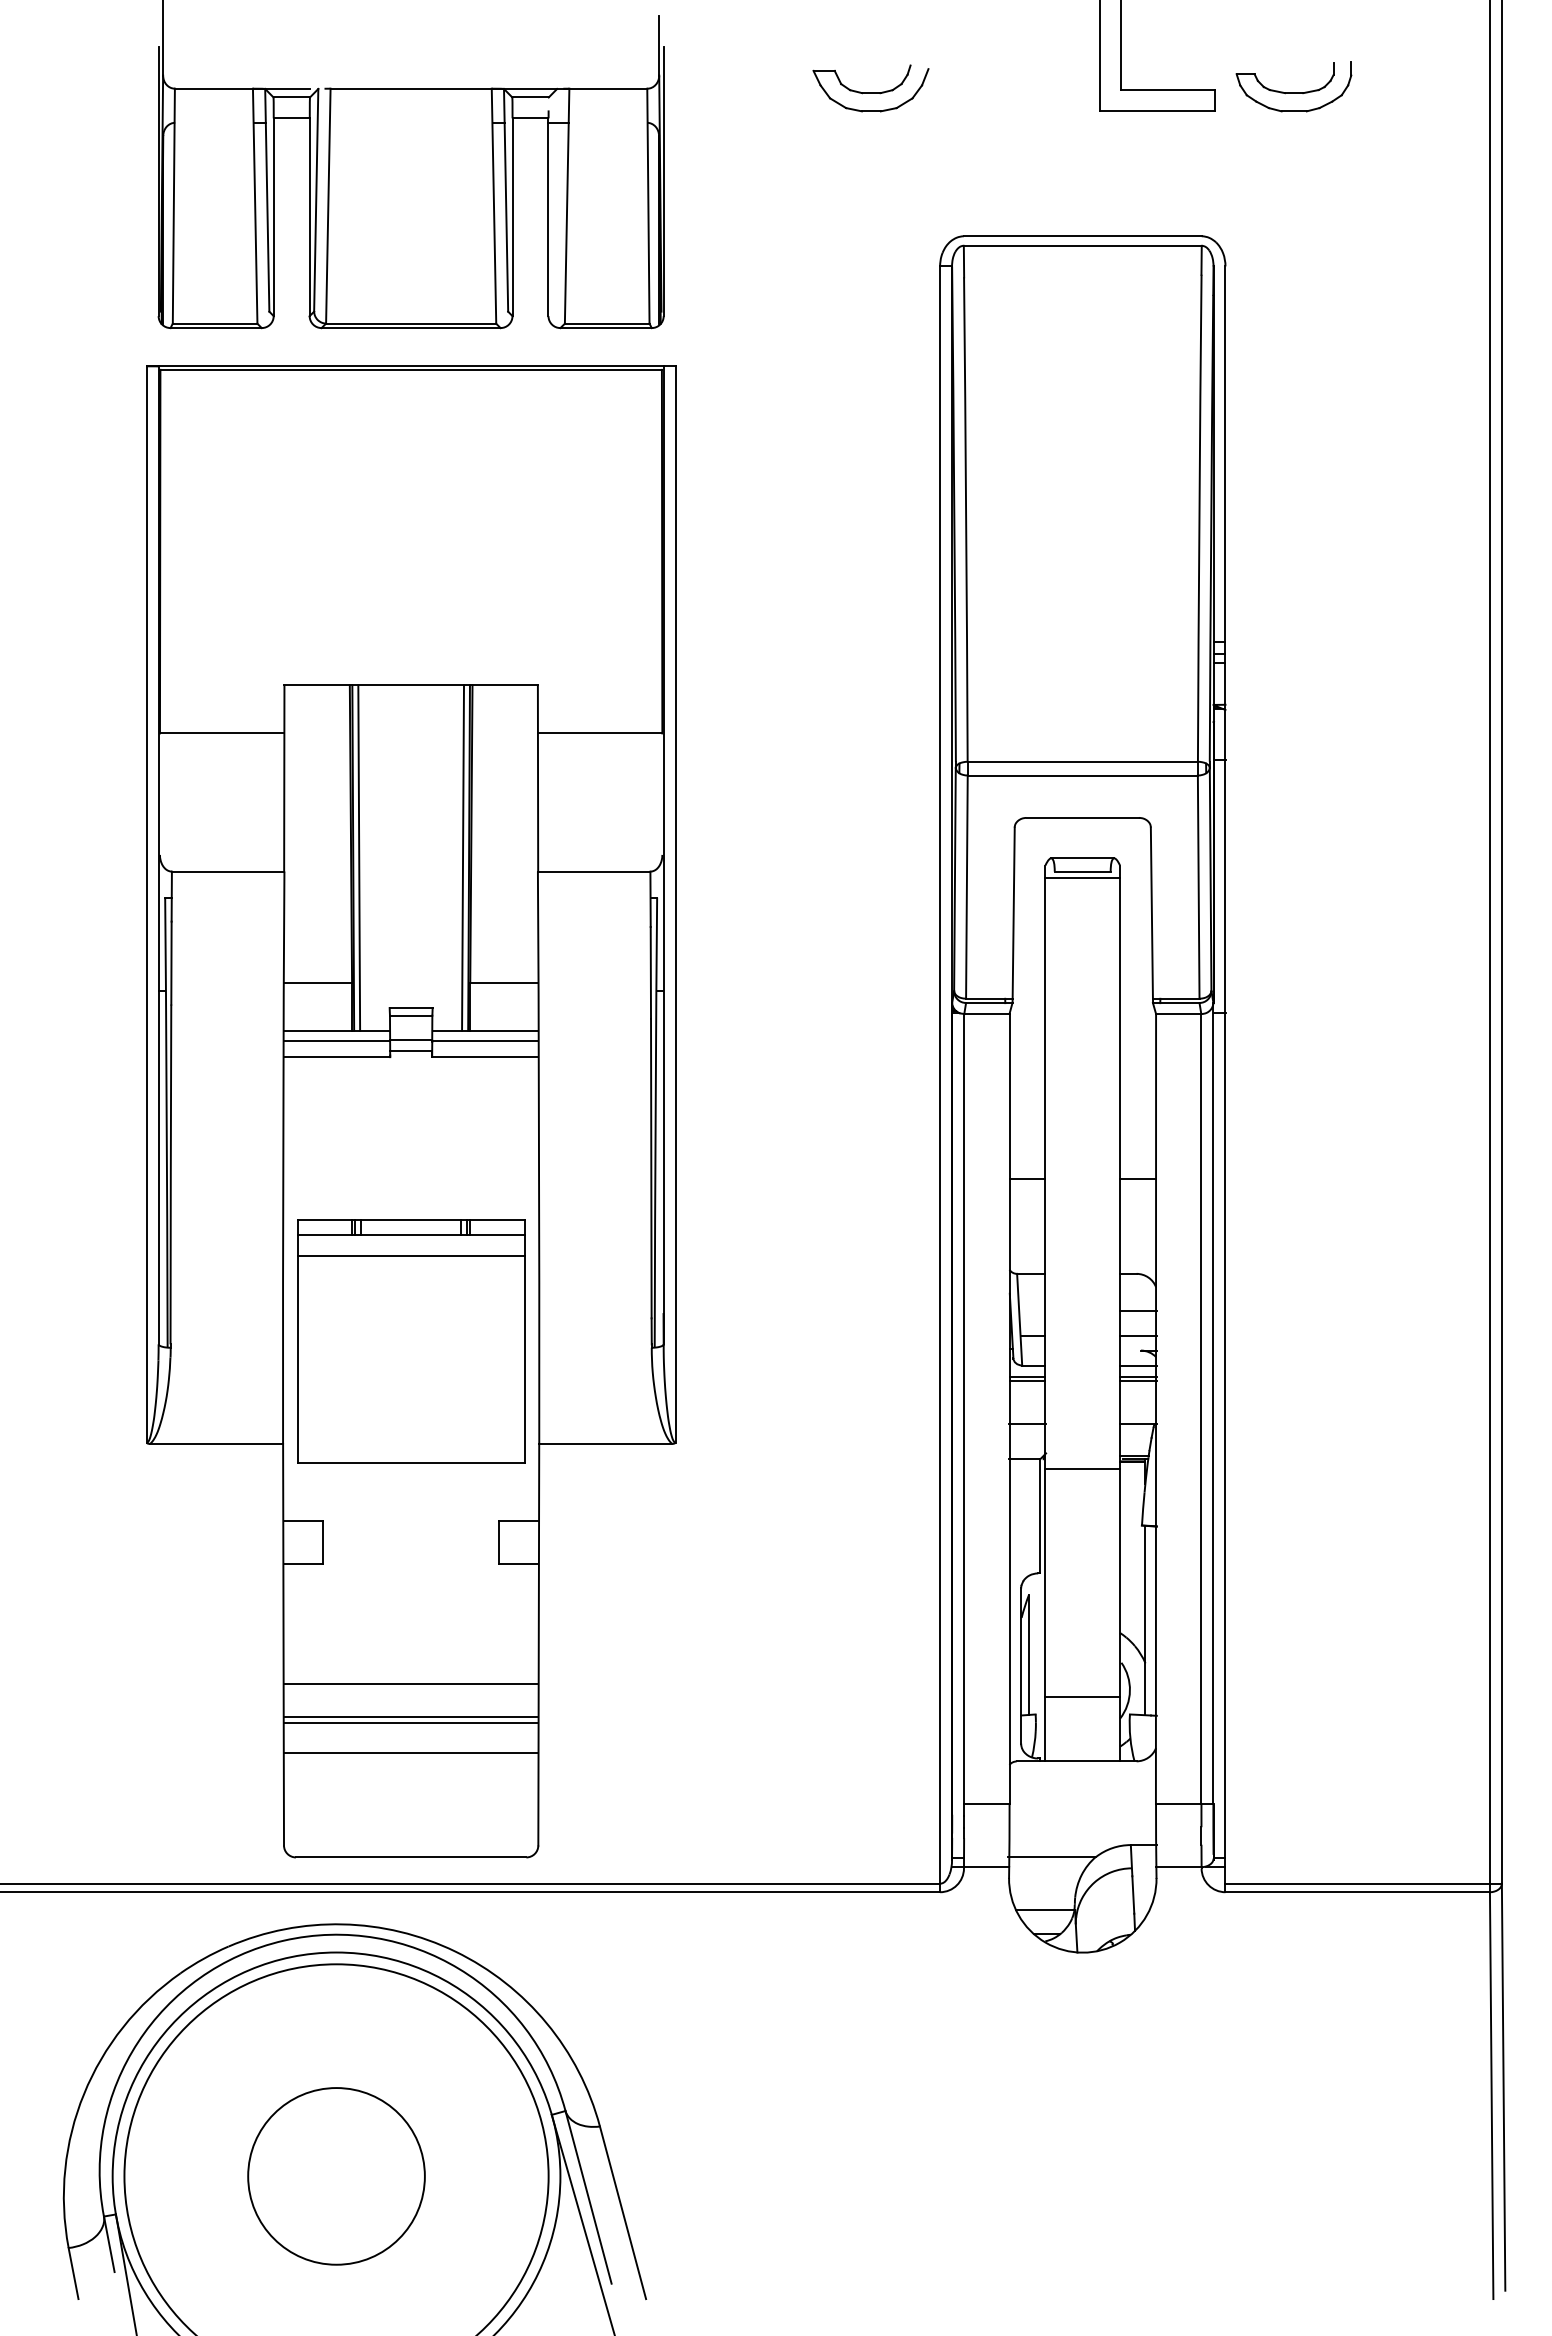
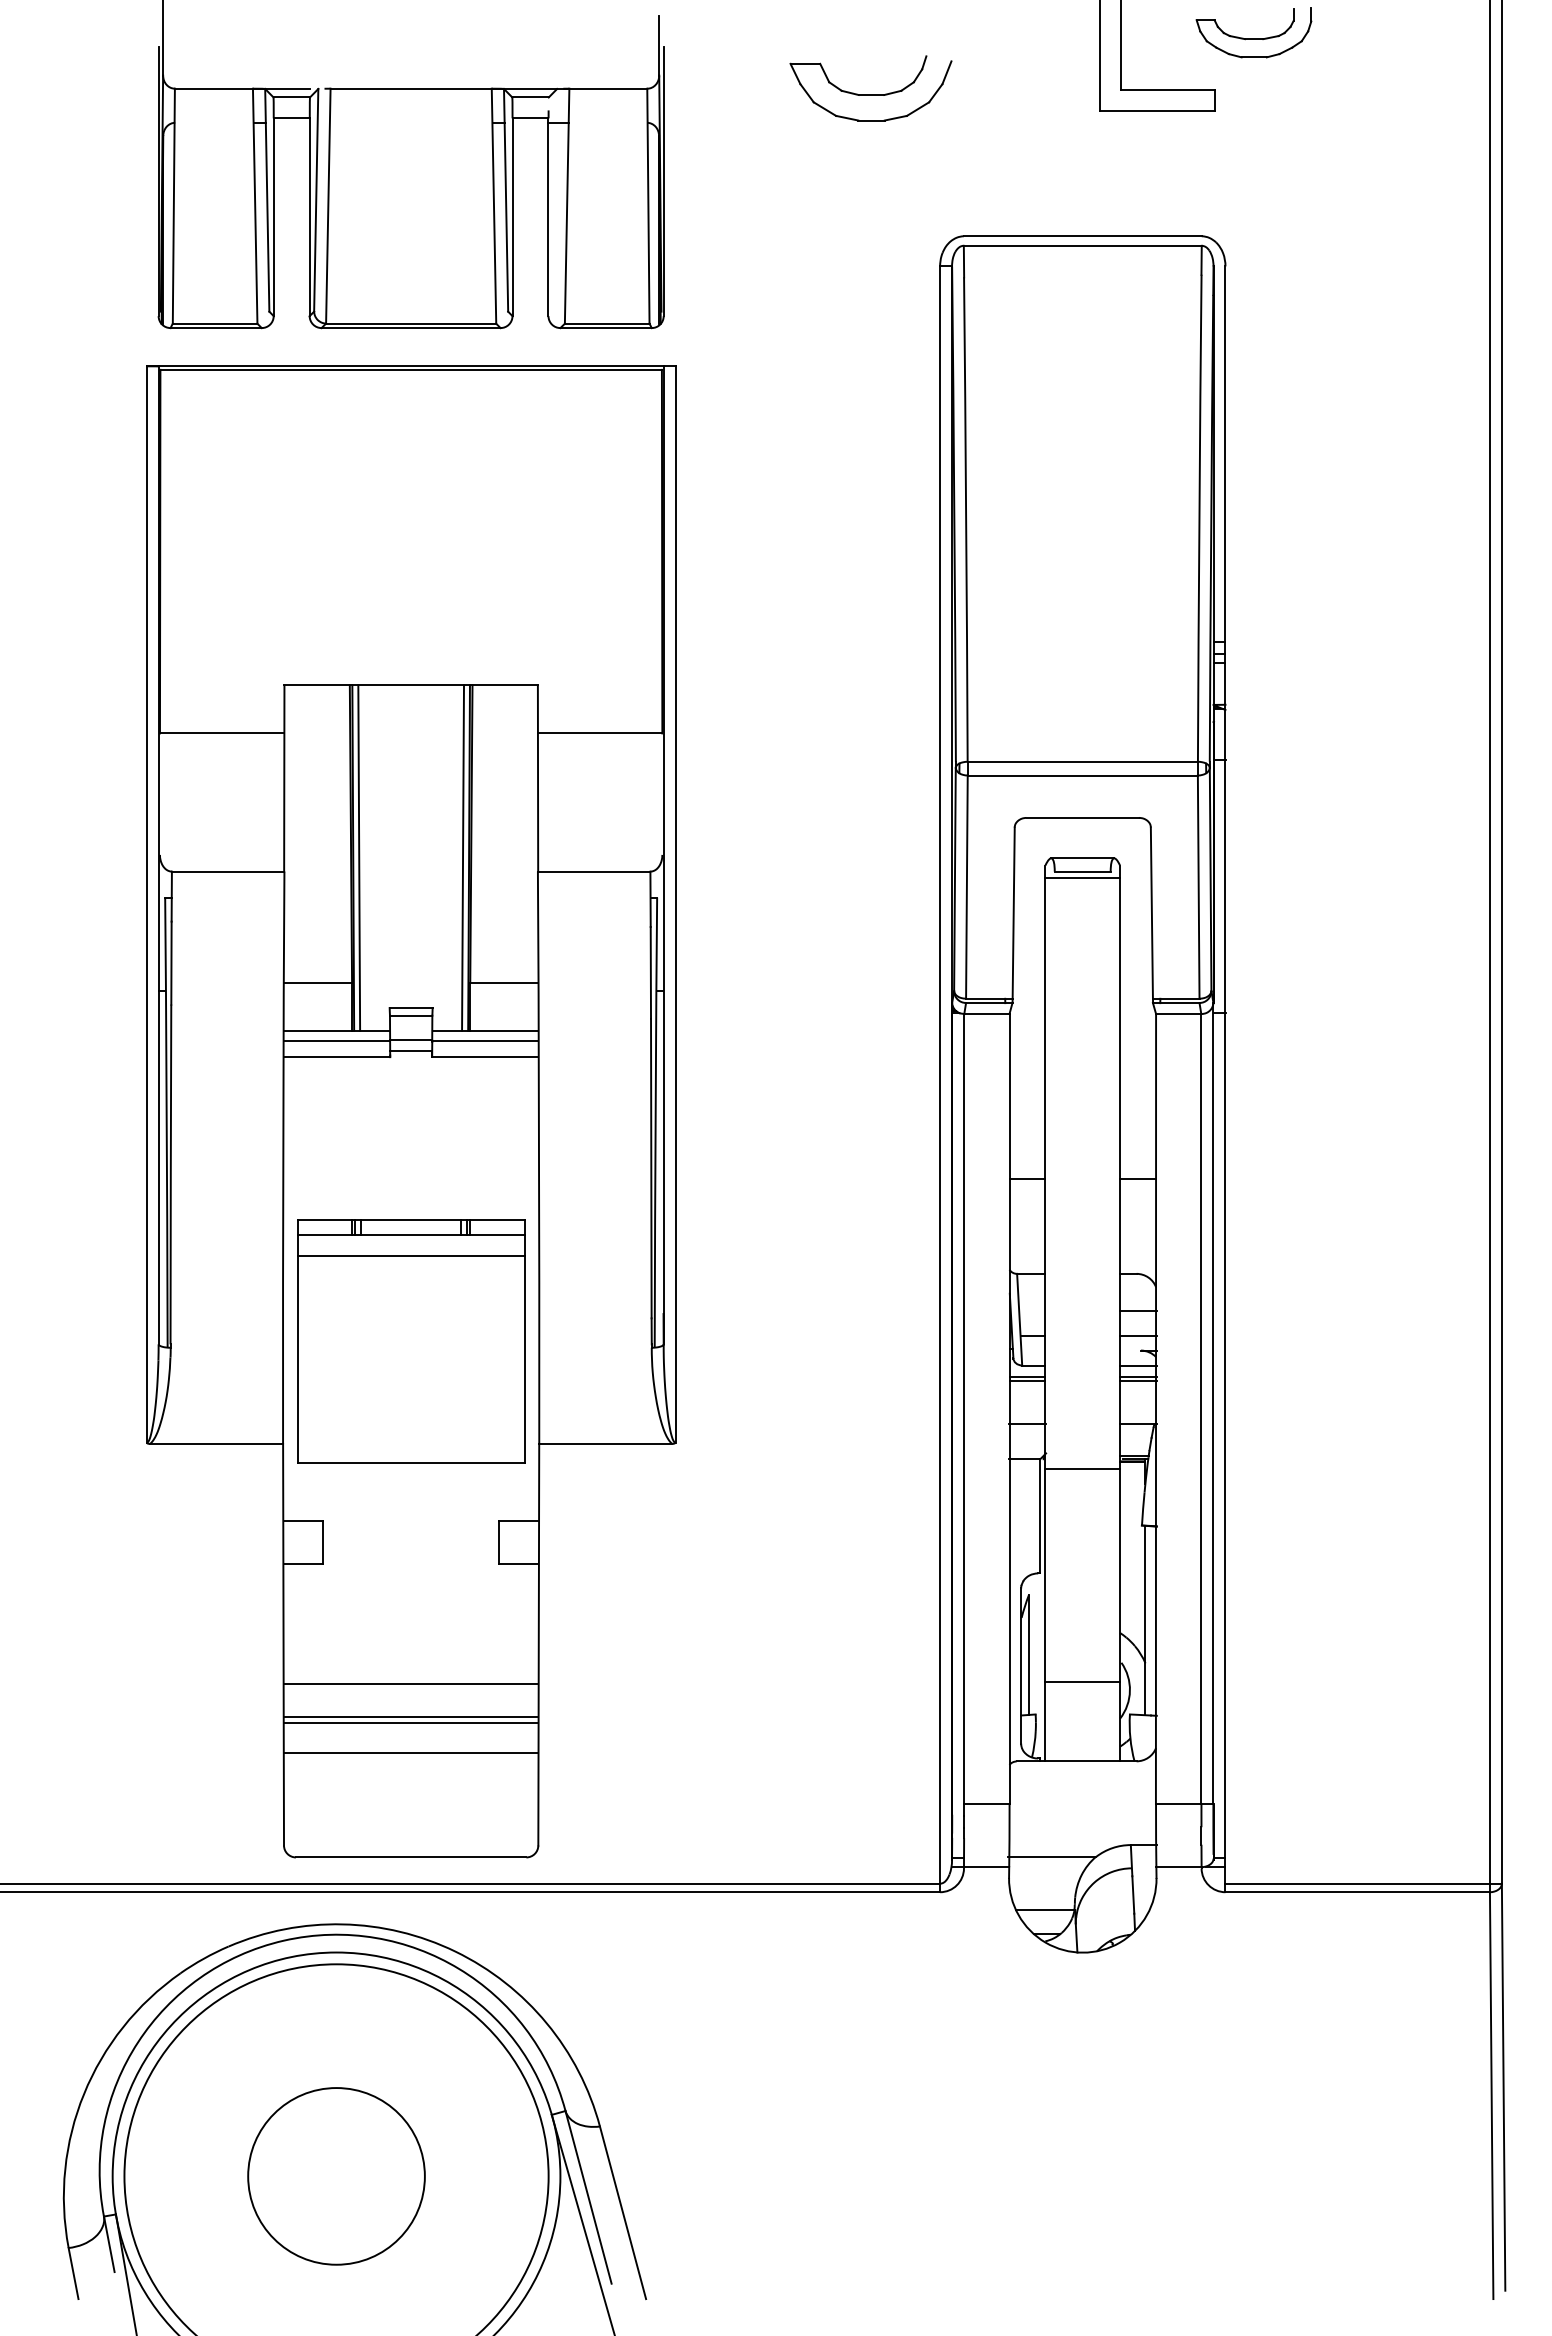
part at (1293, 86) position: (1293, 86) -> (1253, 32)
part at (870, 88) size: 118x49 px -> 164x67 px
line at (1082, 1697) position: (1082, 1697) -> (1082, 1682)
